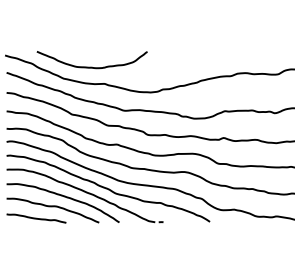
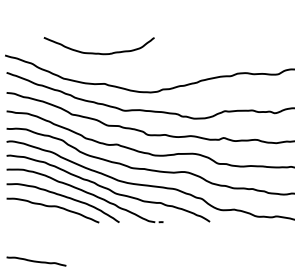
curve at (91, 66) position: (91, 66) -> (98, 52)
line at (36, 218) position: (36, 218) -> (36, 261)
